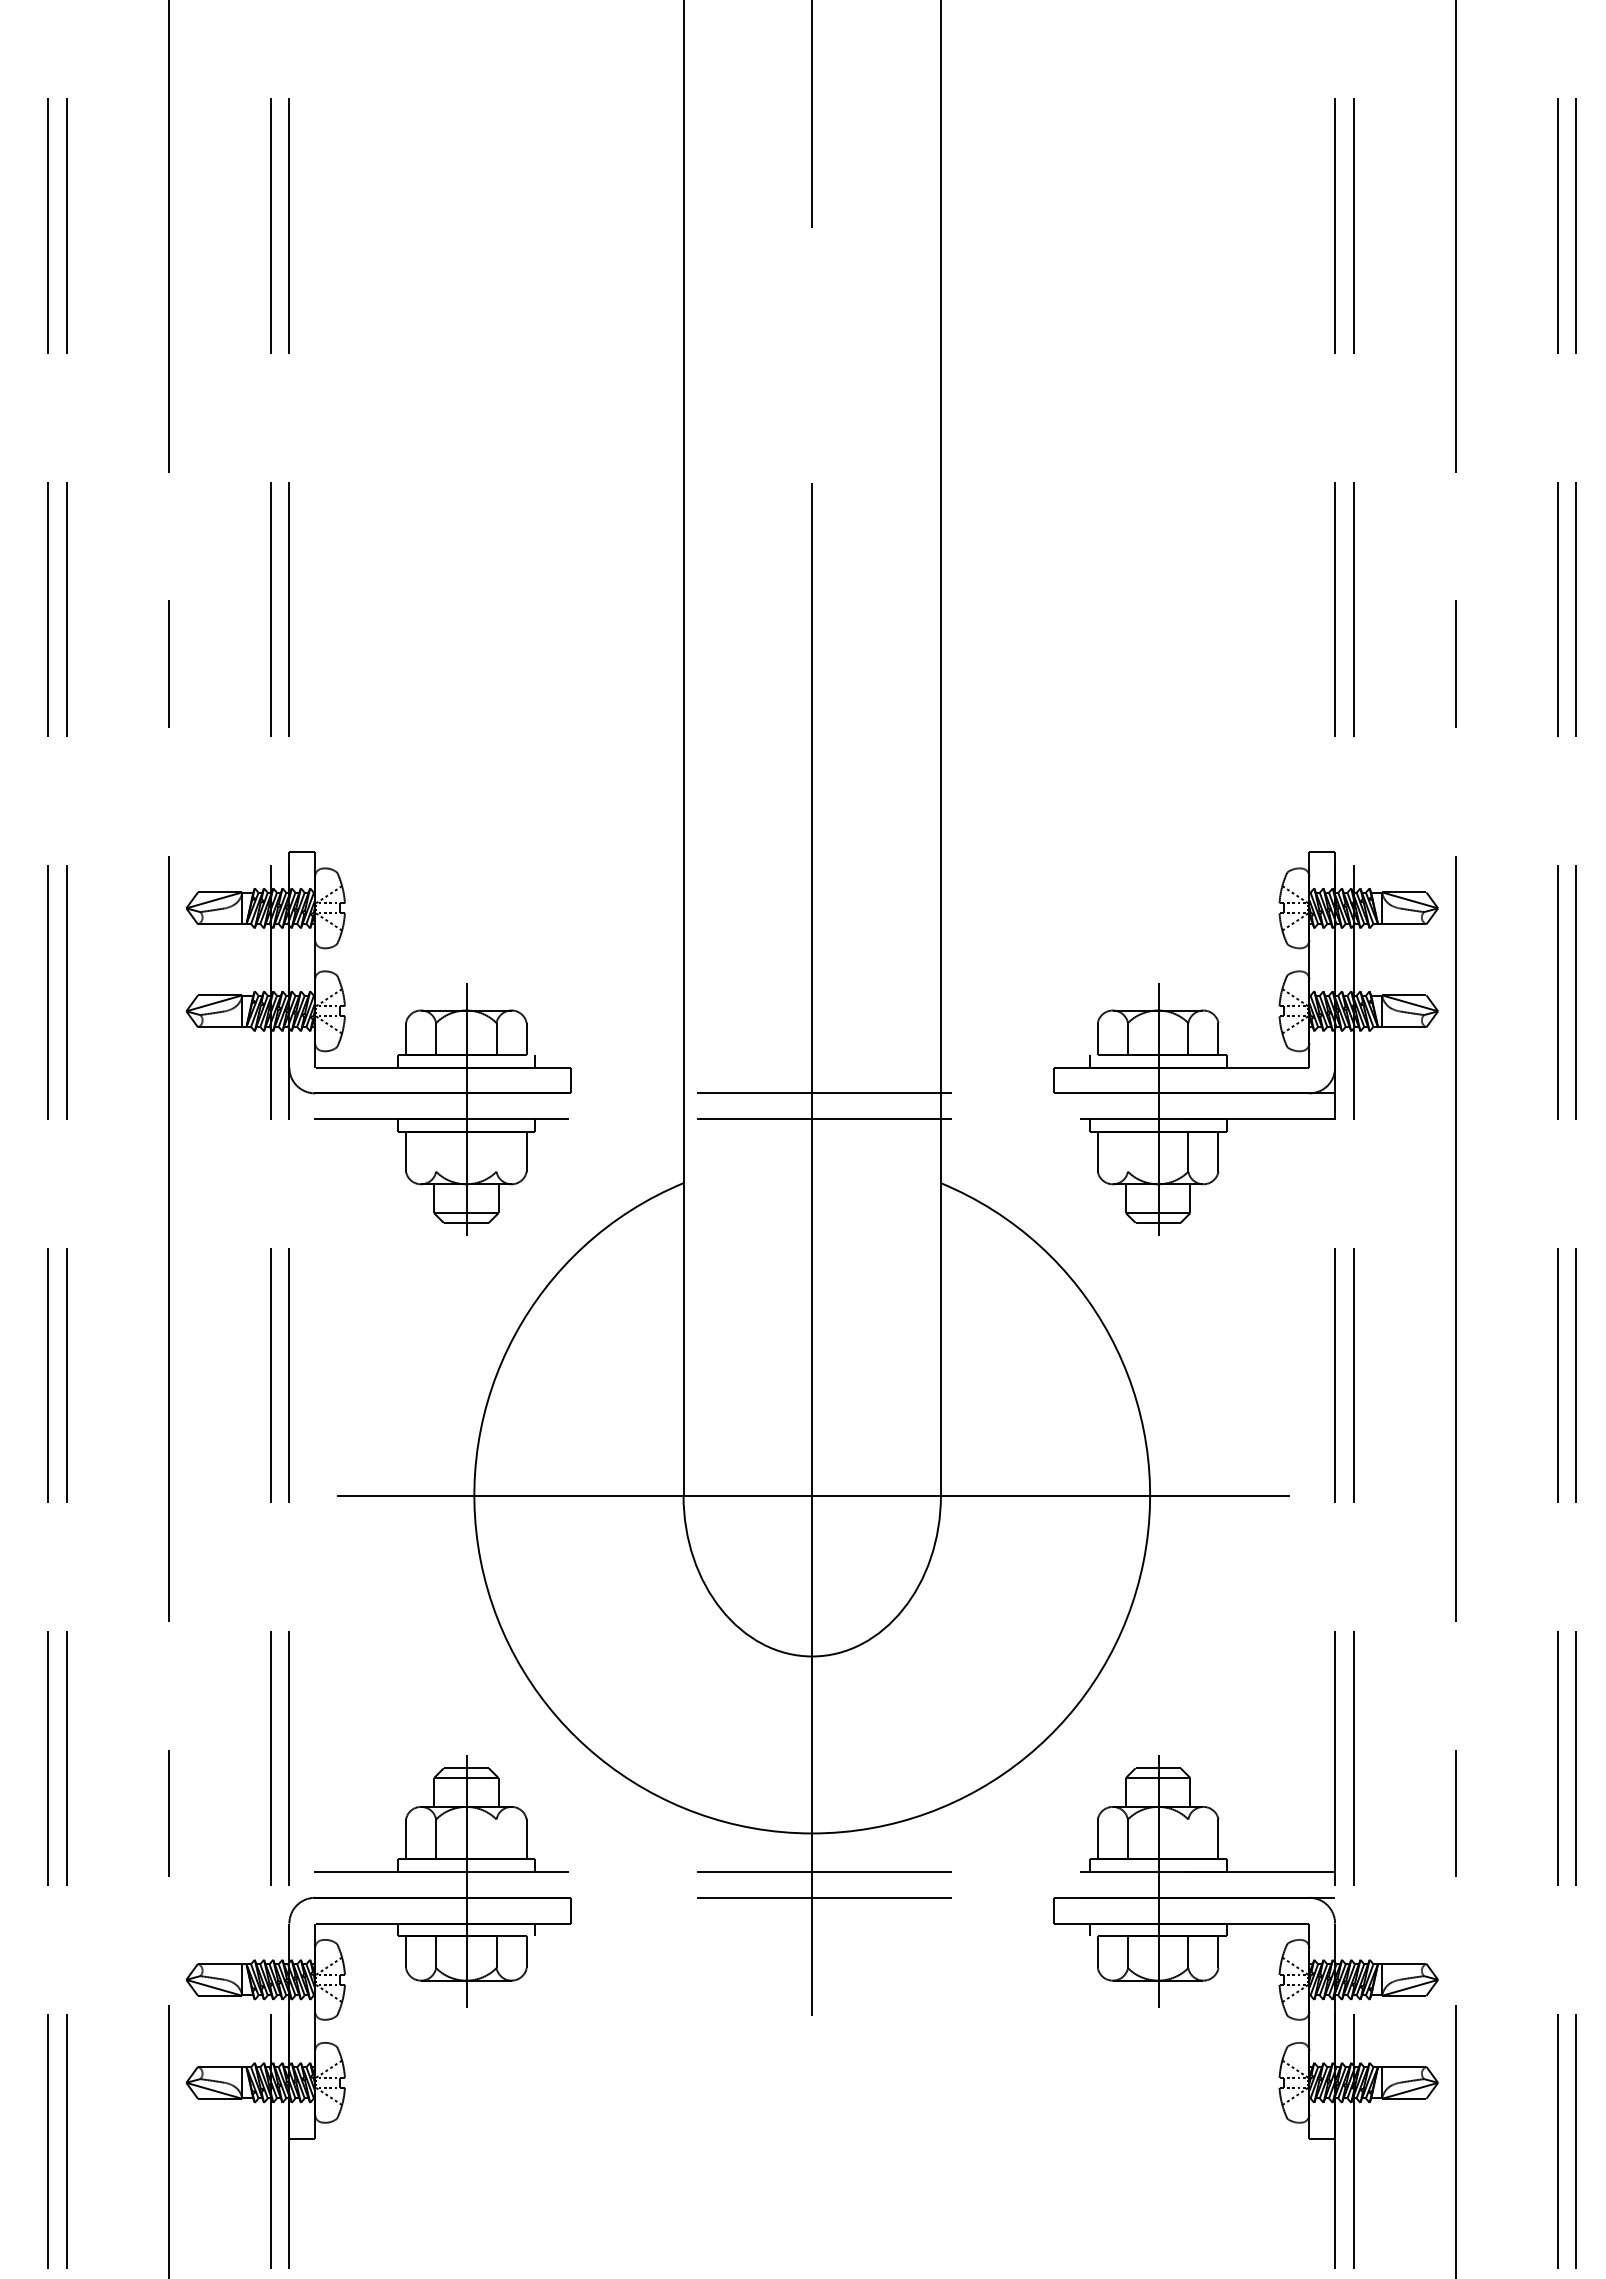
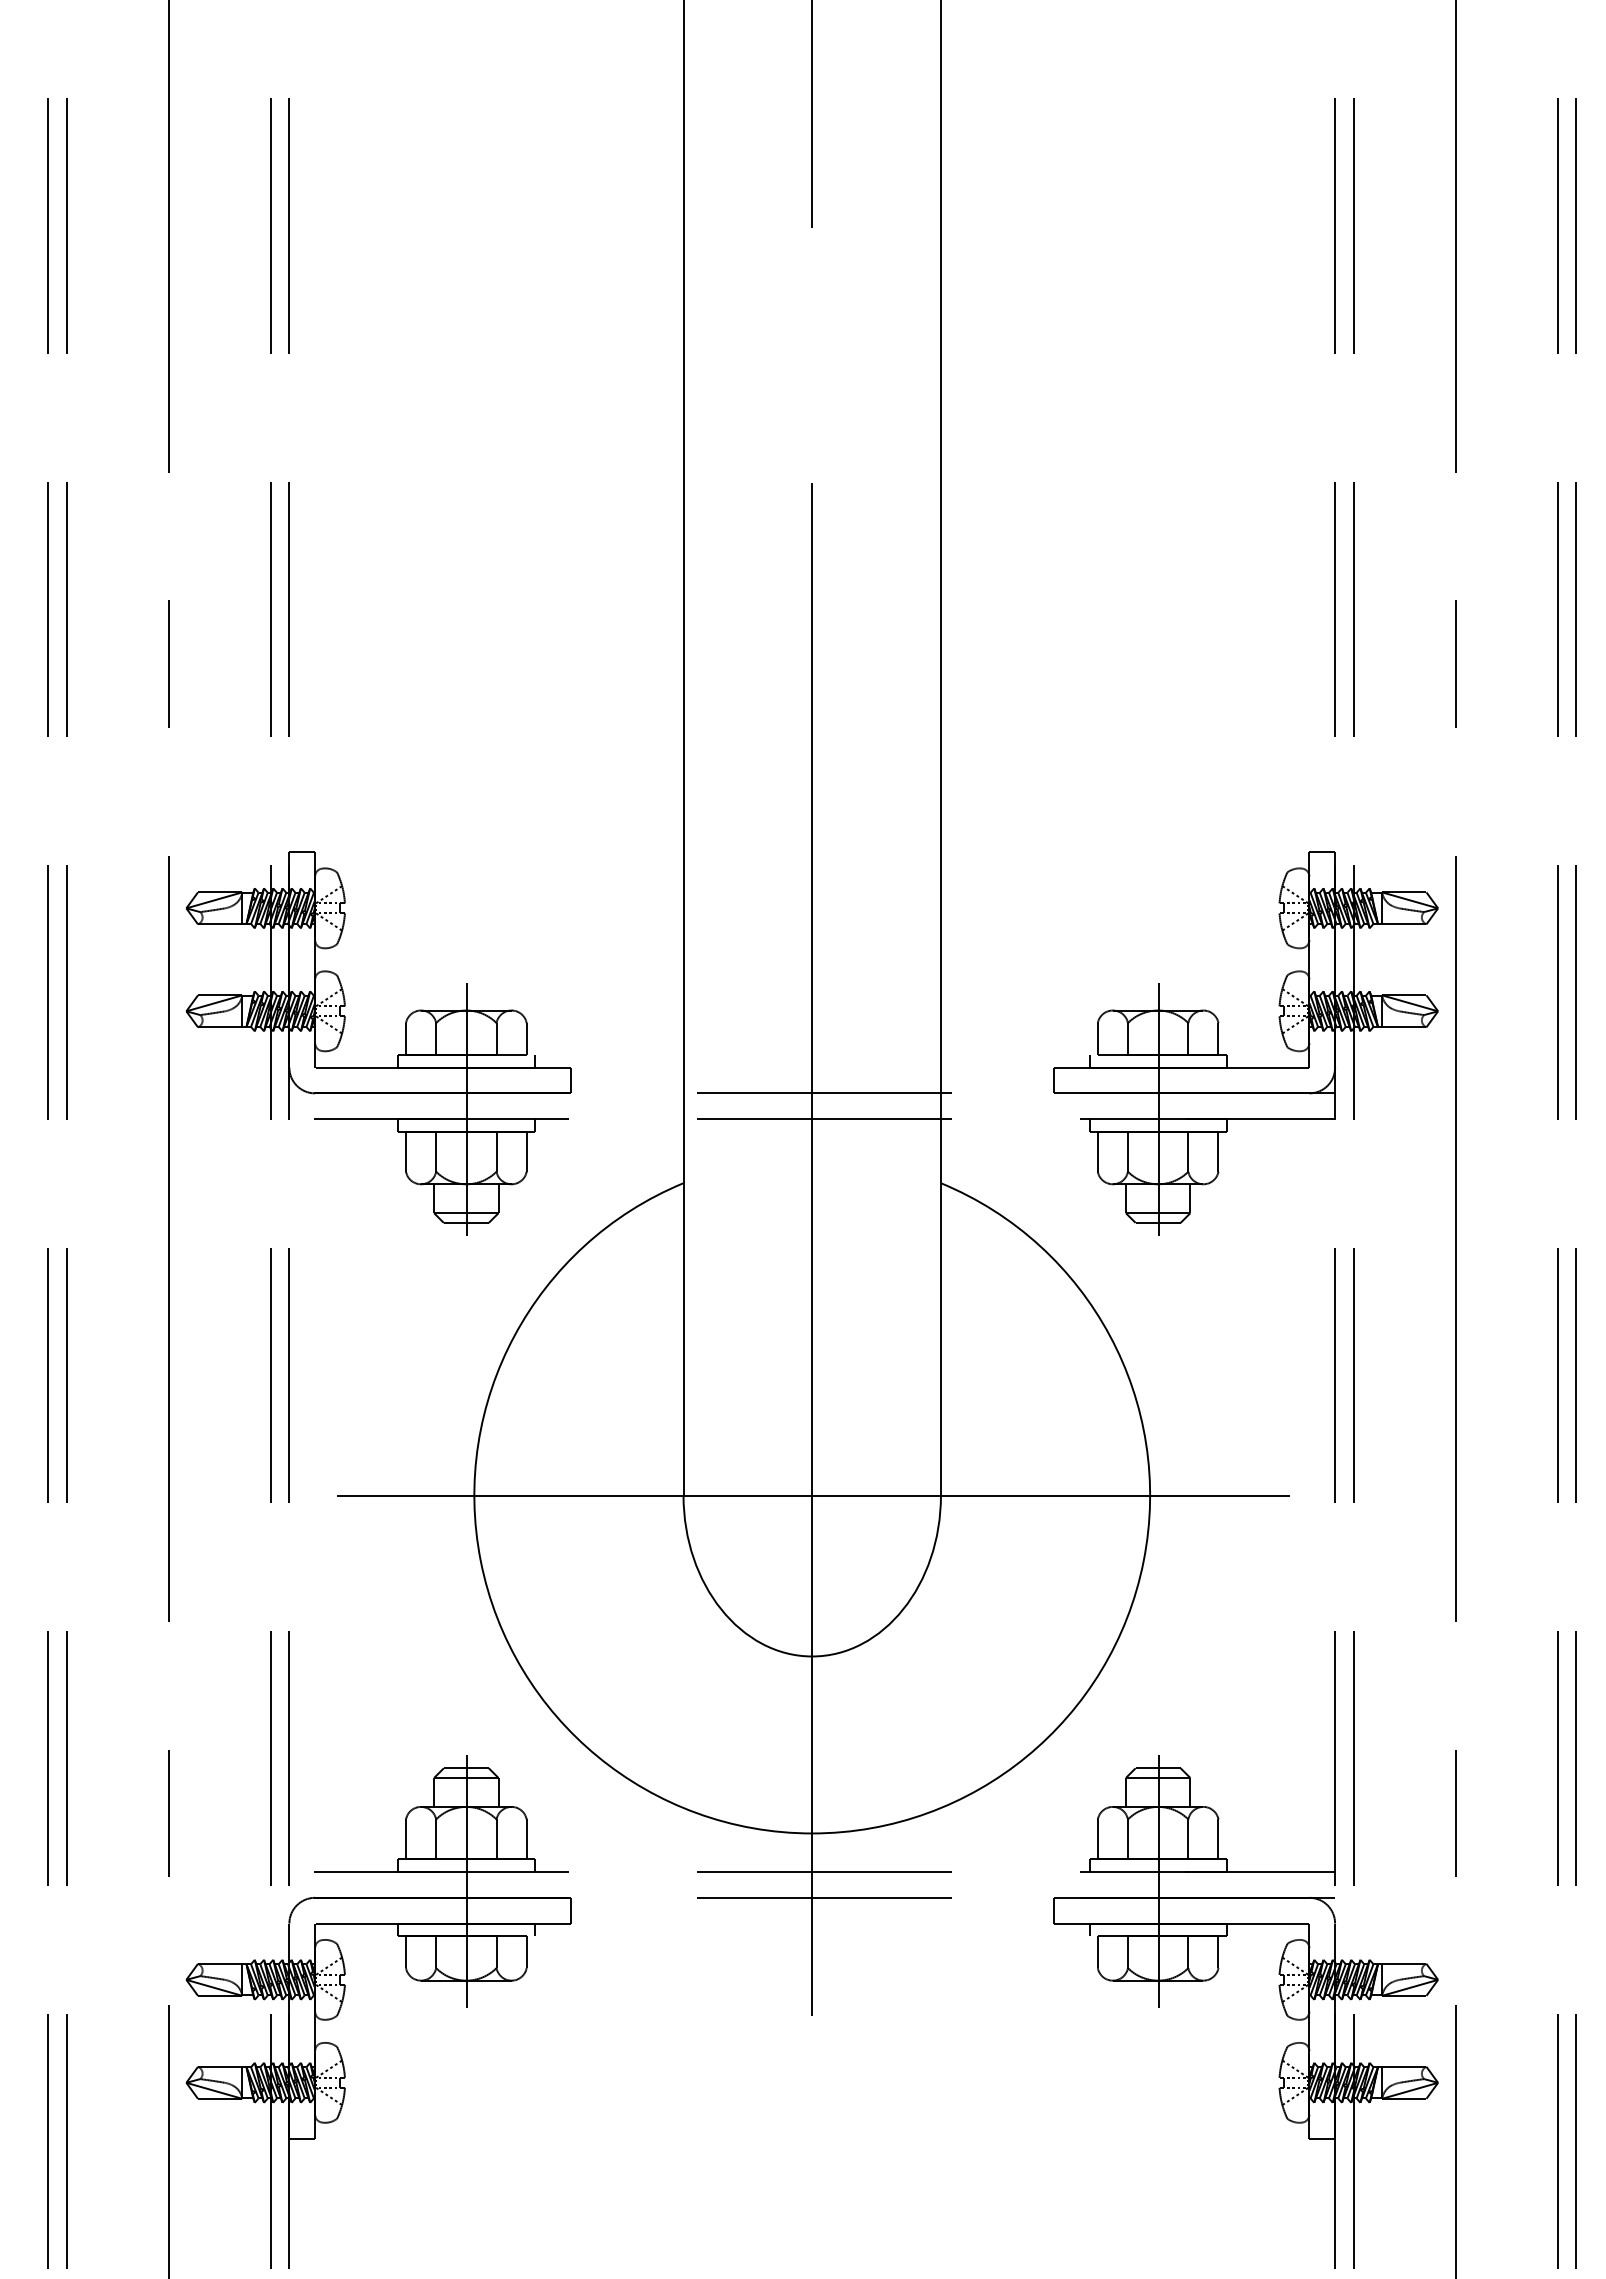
line at (436, 1151): none -> present
line at (496, 1151): none -> present
line at (1127, 1151): none -> present
line at (496, 1839): none -> present
line at (1188, 1839): none -> present
